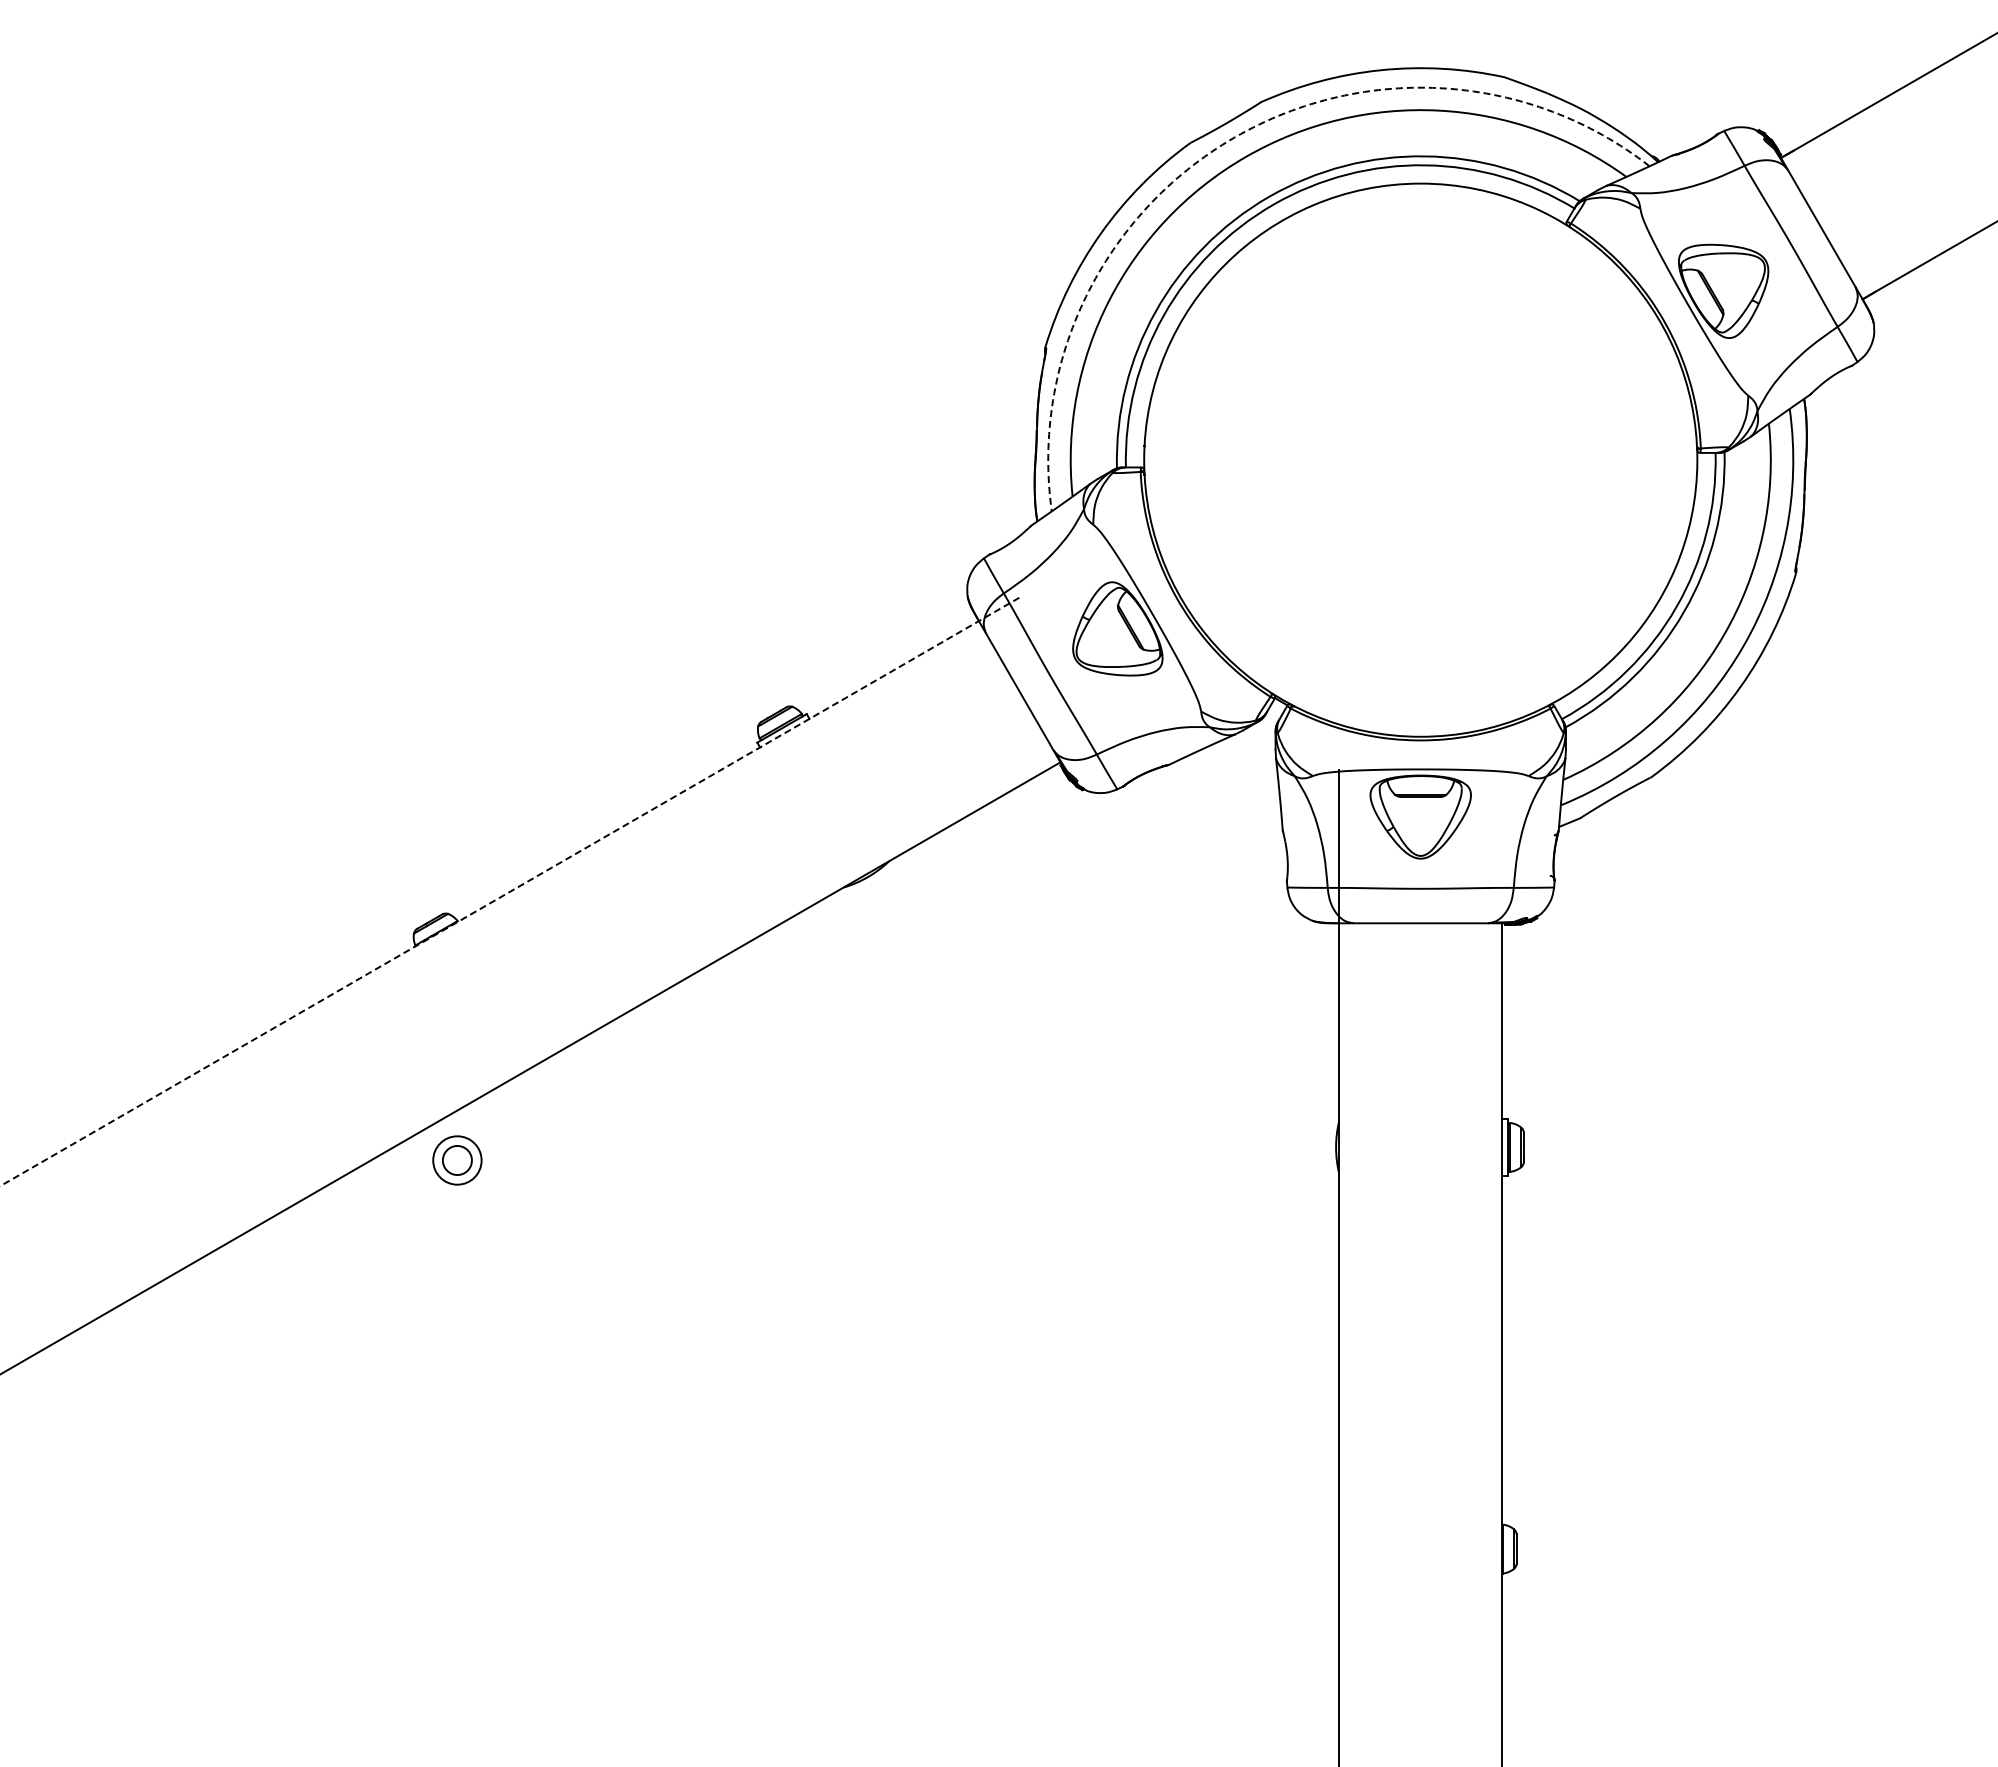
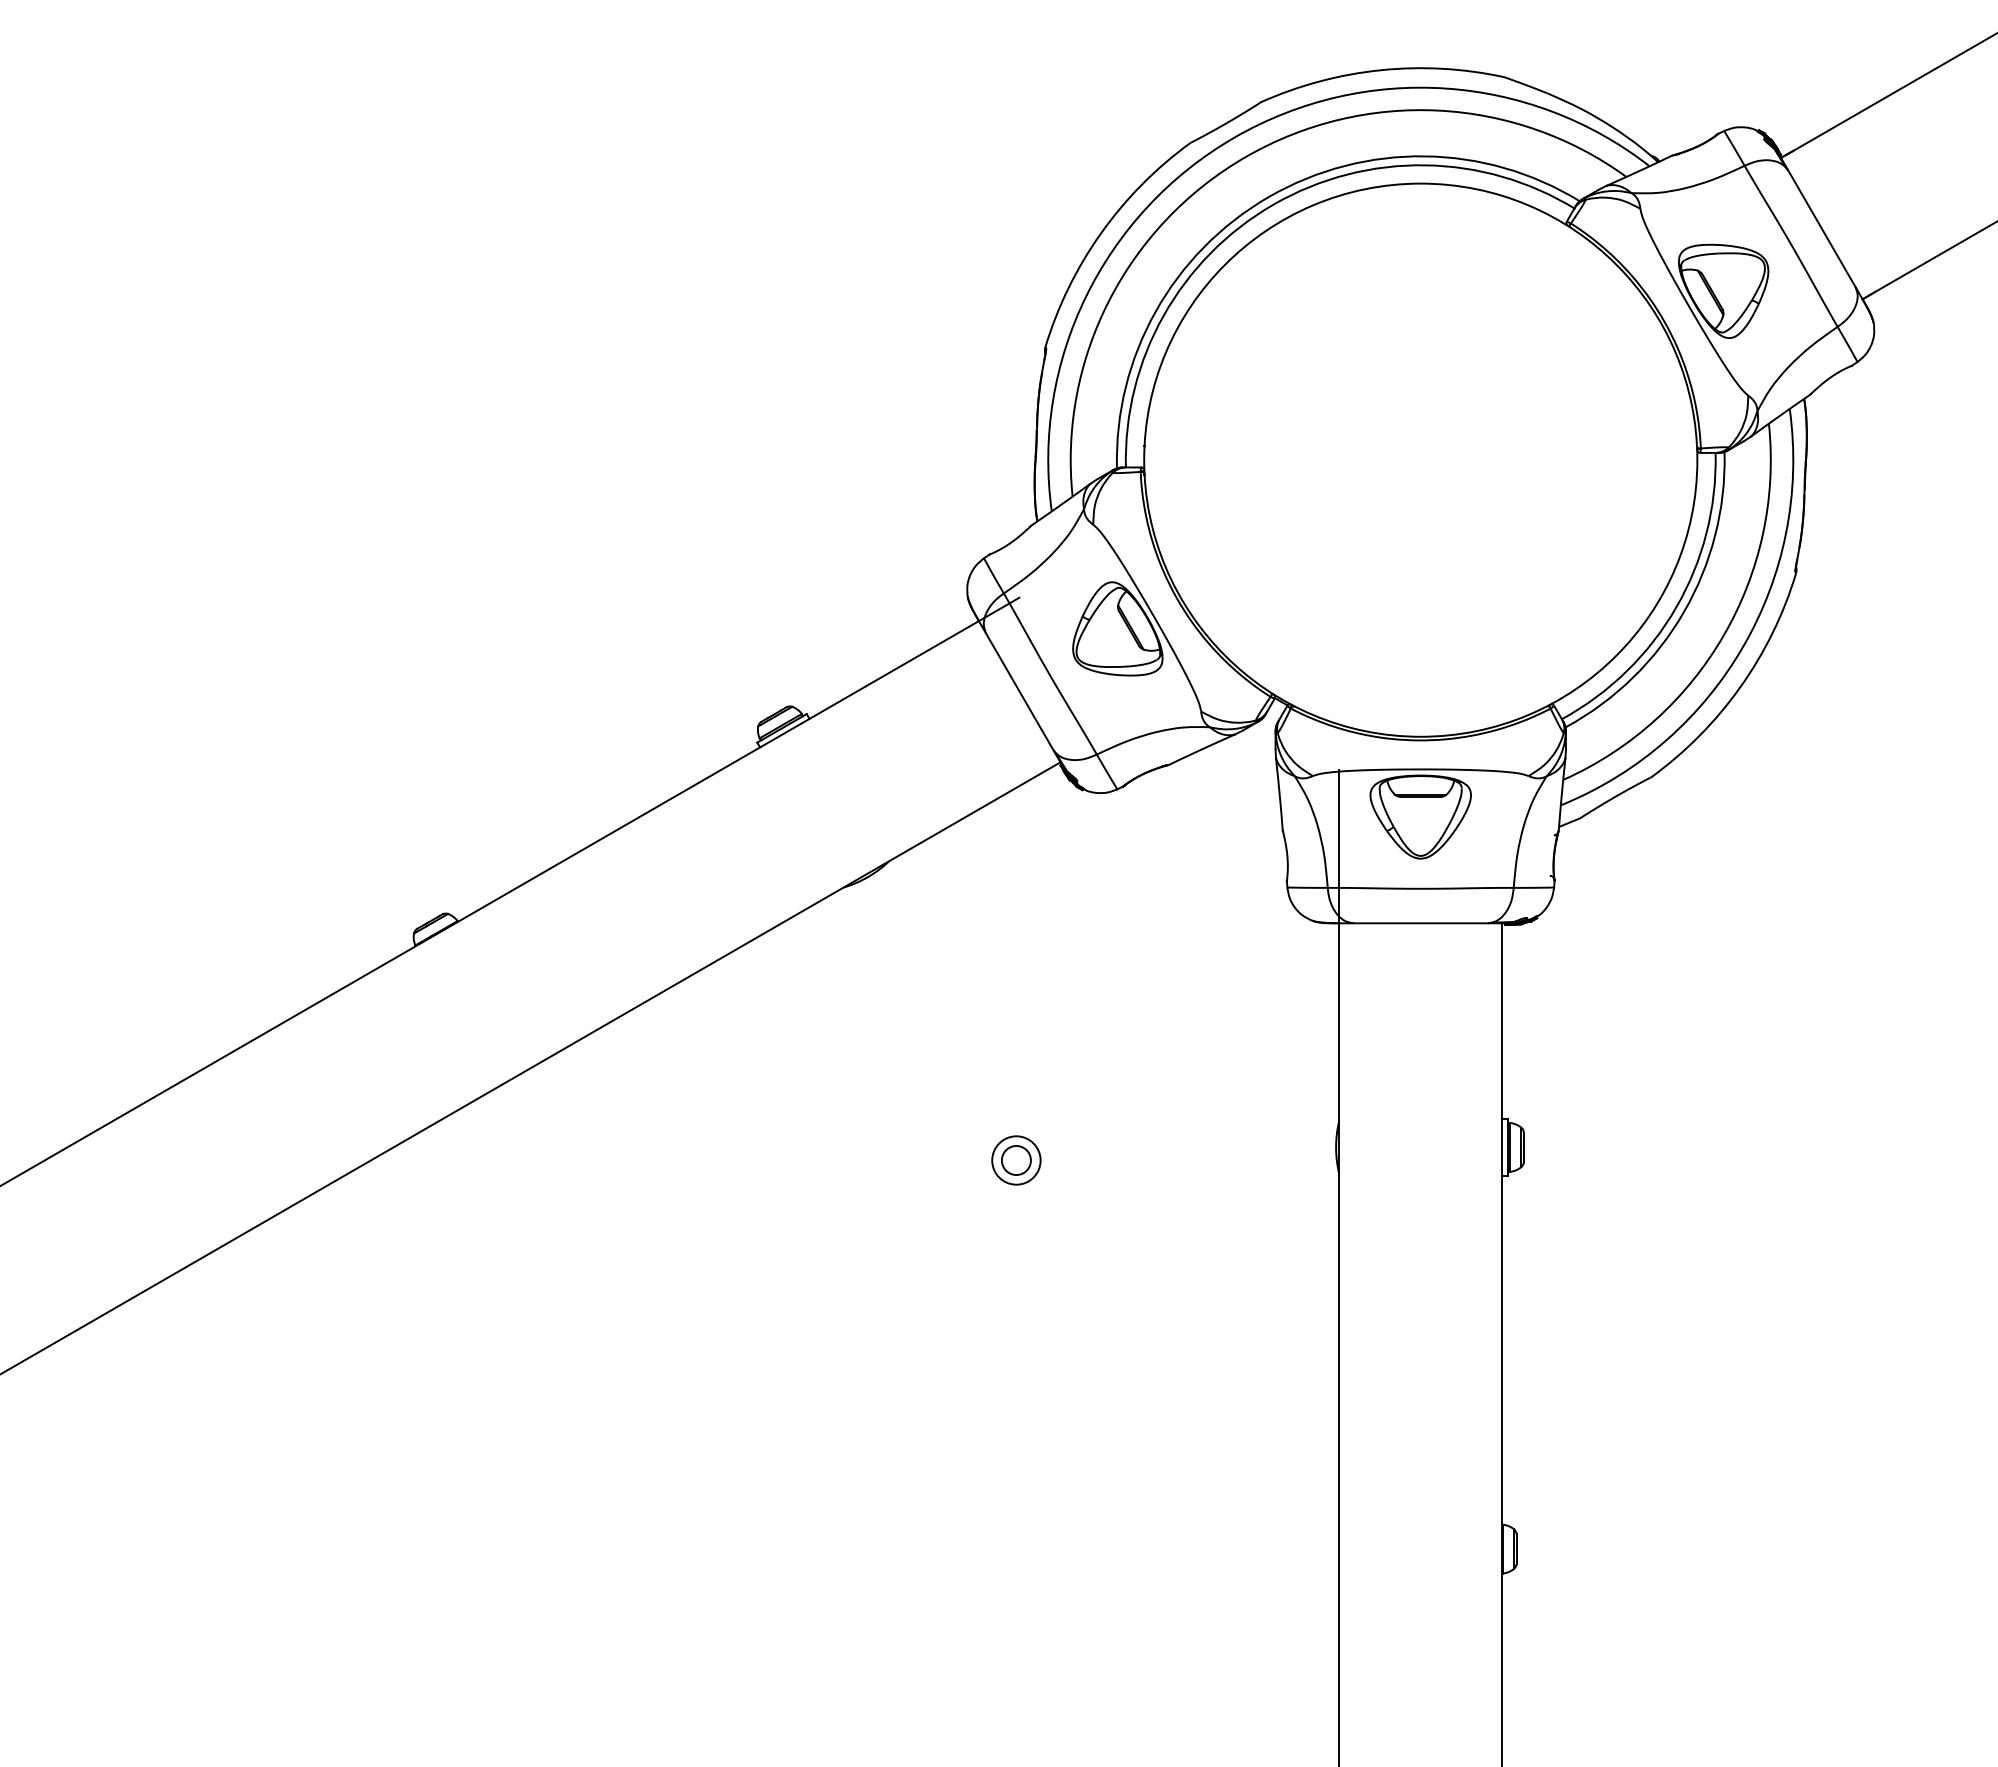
arc at (1234, 137): dashed -> solid
line at (509, 892): dashed -> solid
part at (457, 1160) position: (457, 1160) -> (1016, 1160)
